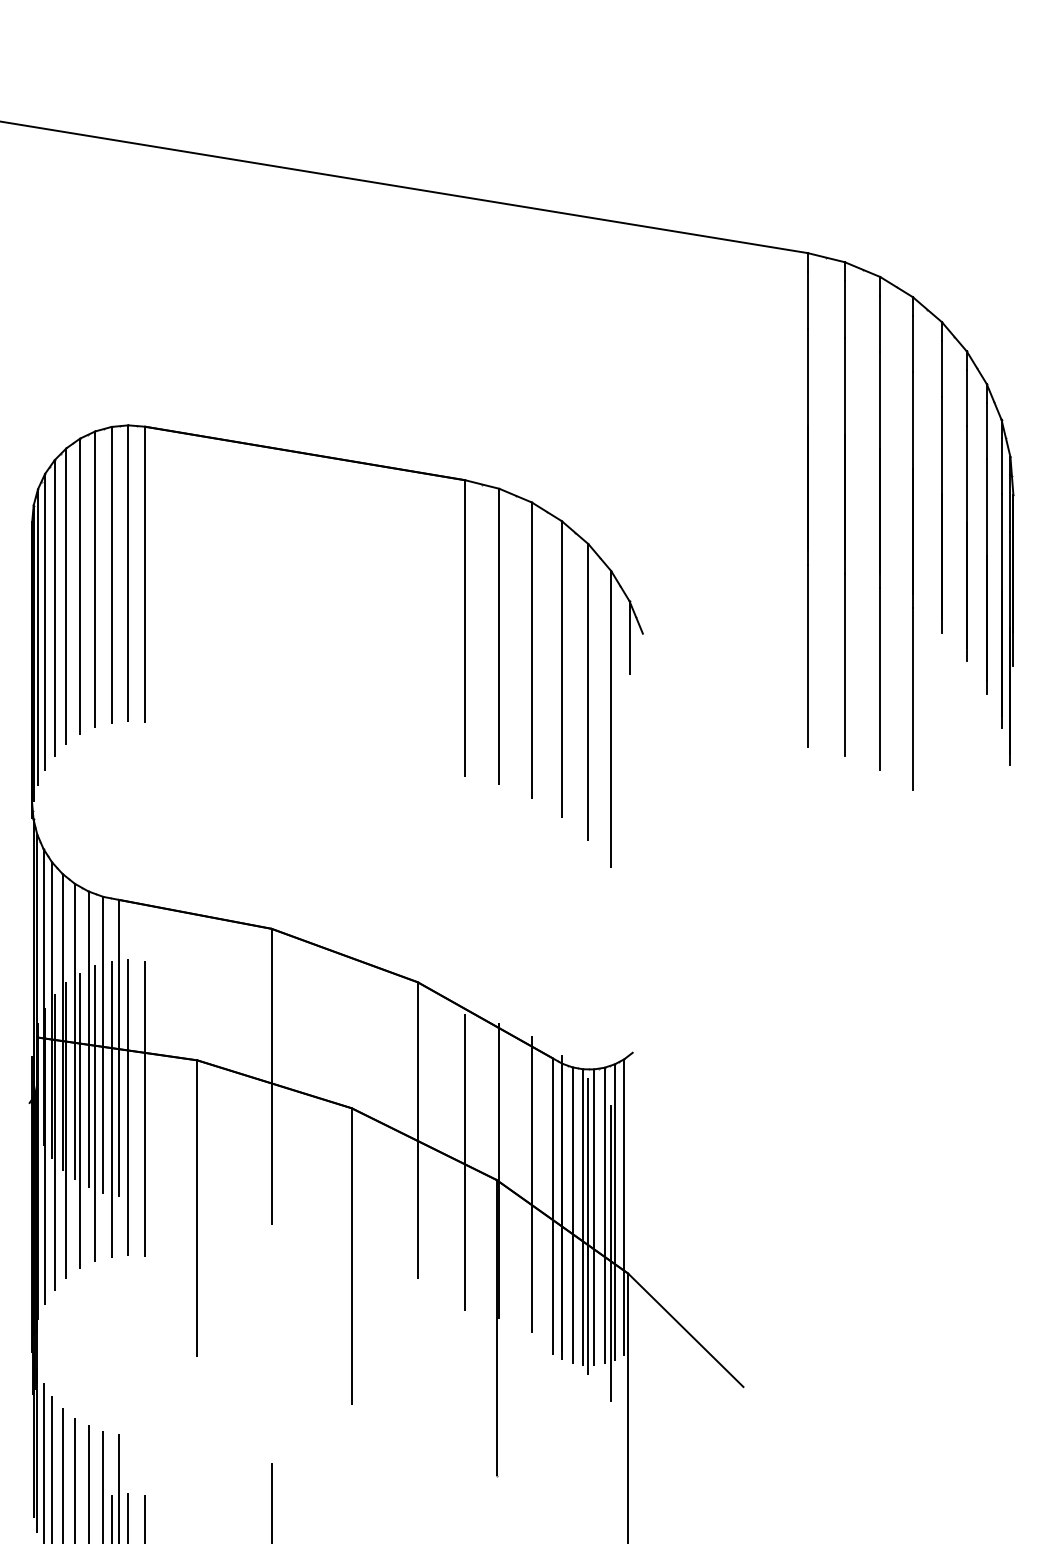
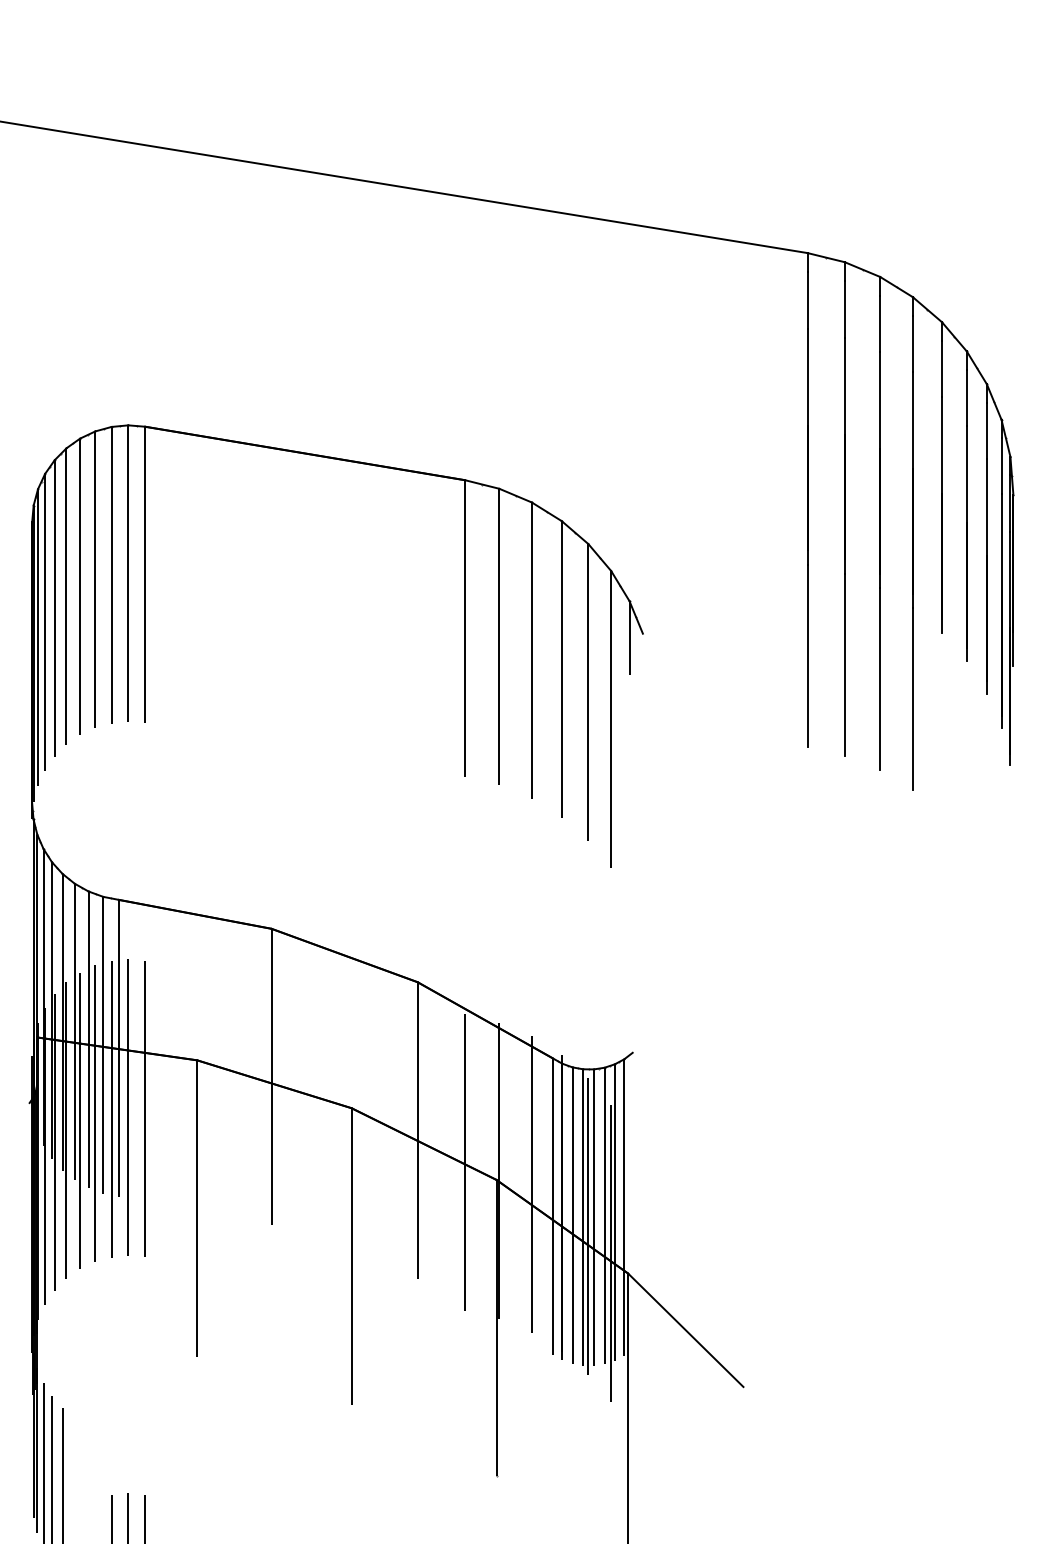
line at (74, 1478): present -> none
line at (88, 1482): present -> none
line at (103, 1485): present -> none
line at (118, 1486): present -> none
line at (271, 1501): present -> none
